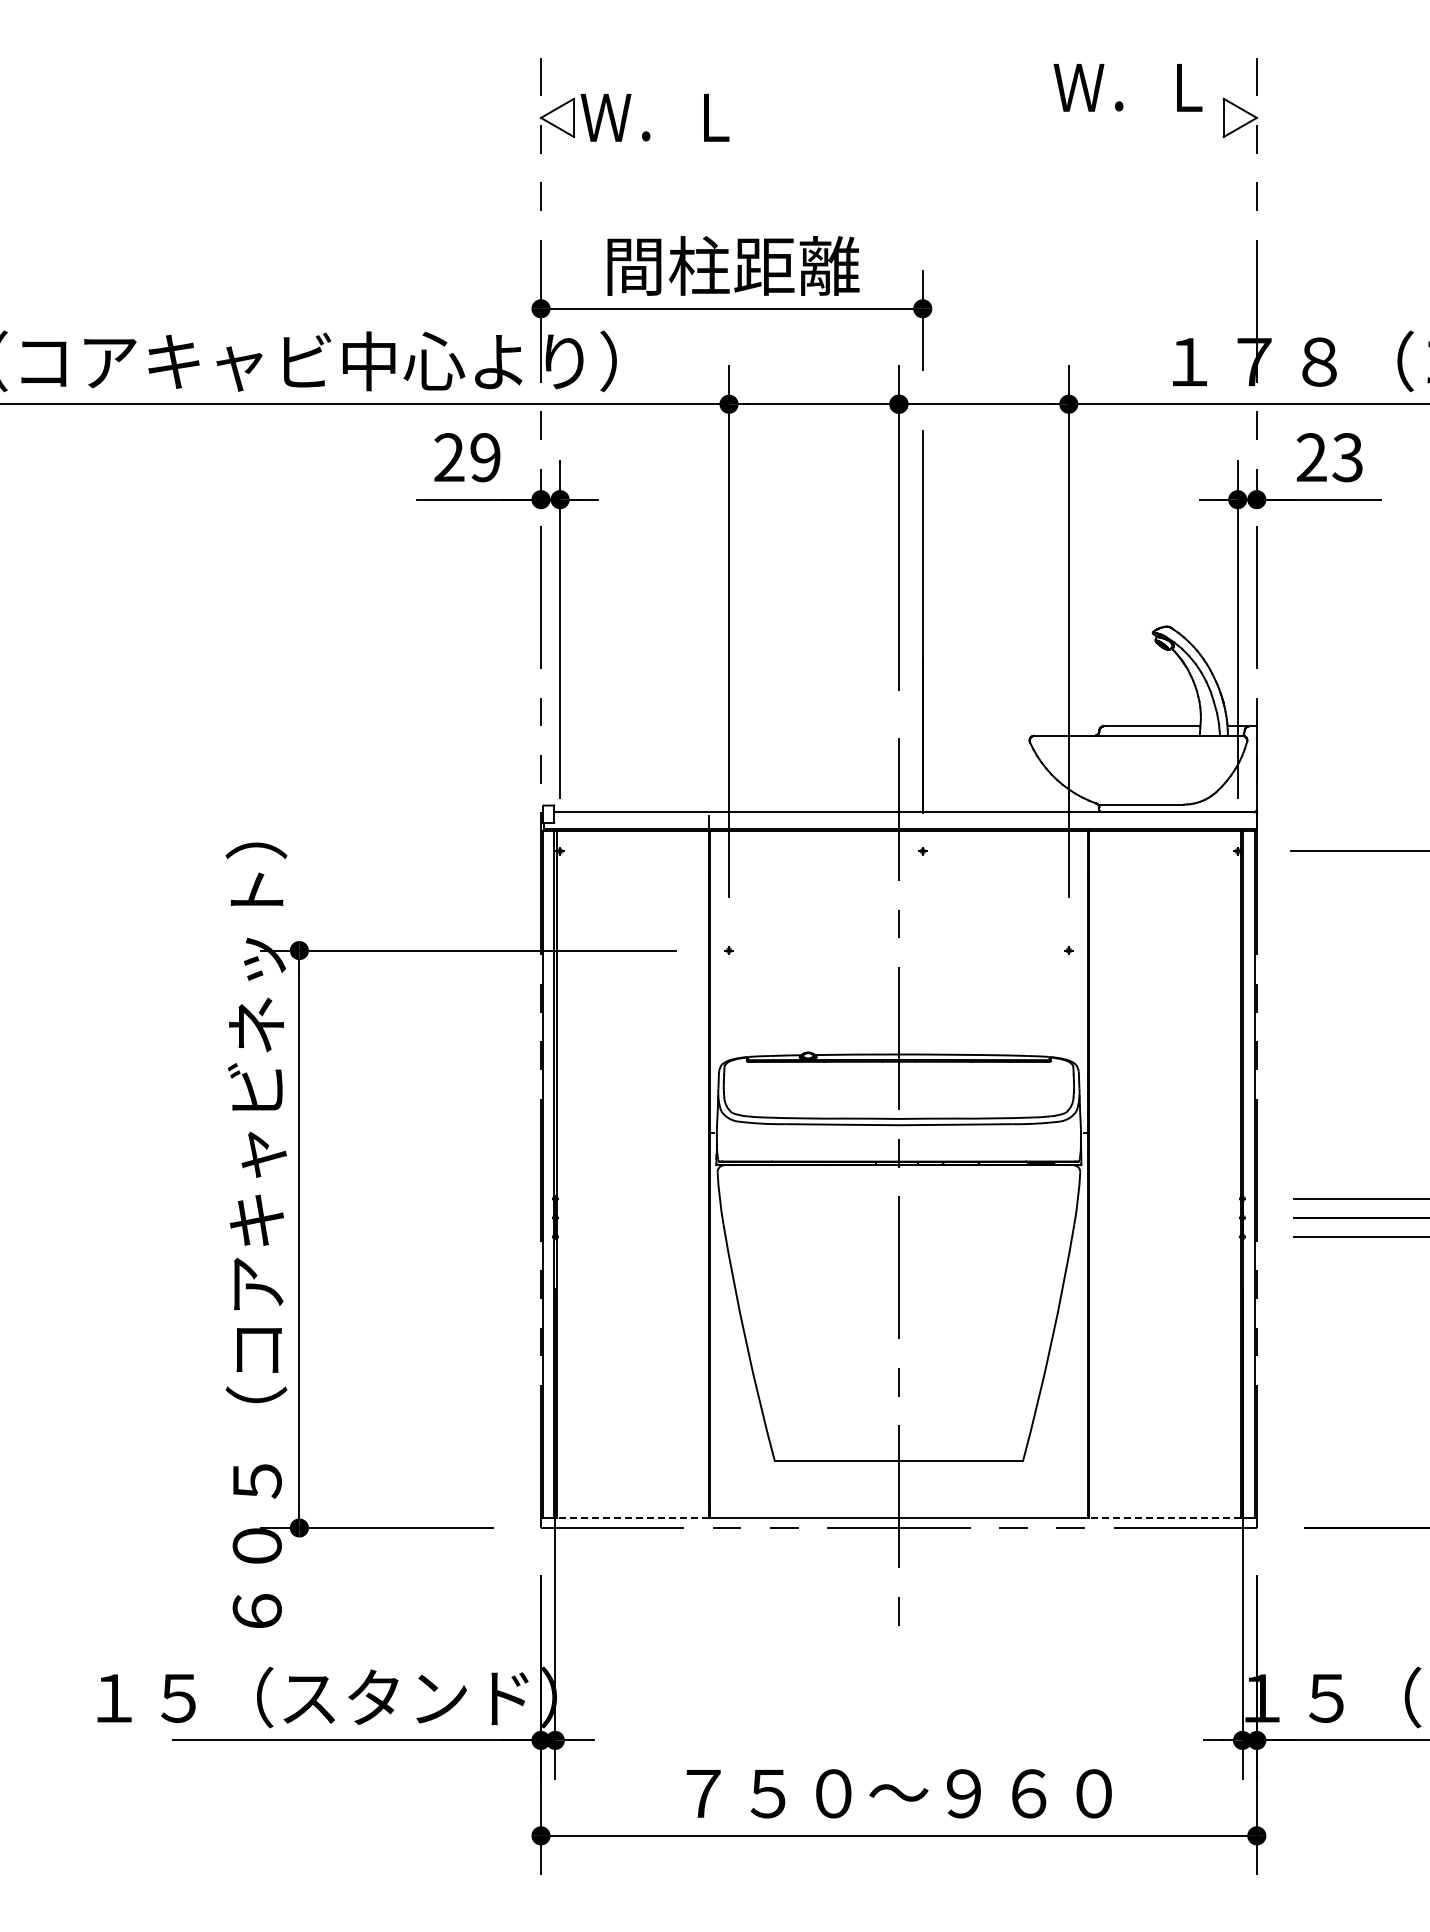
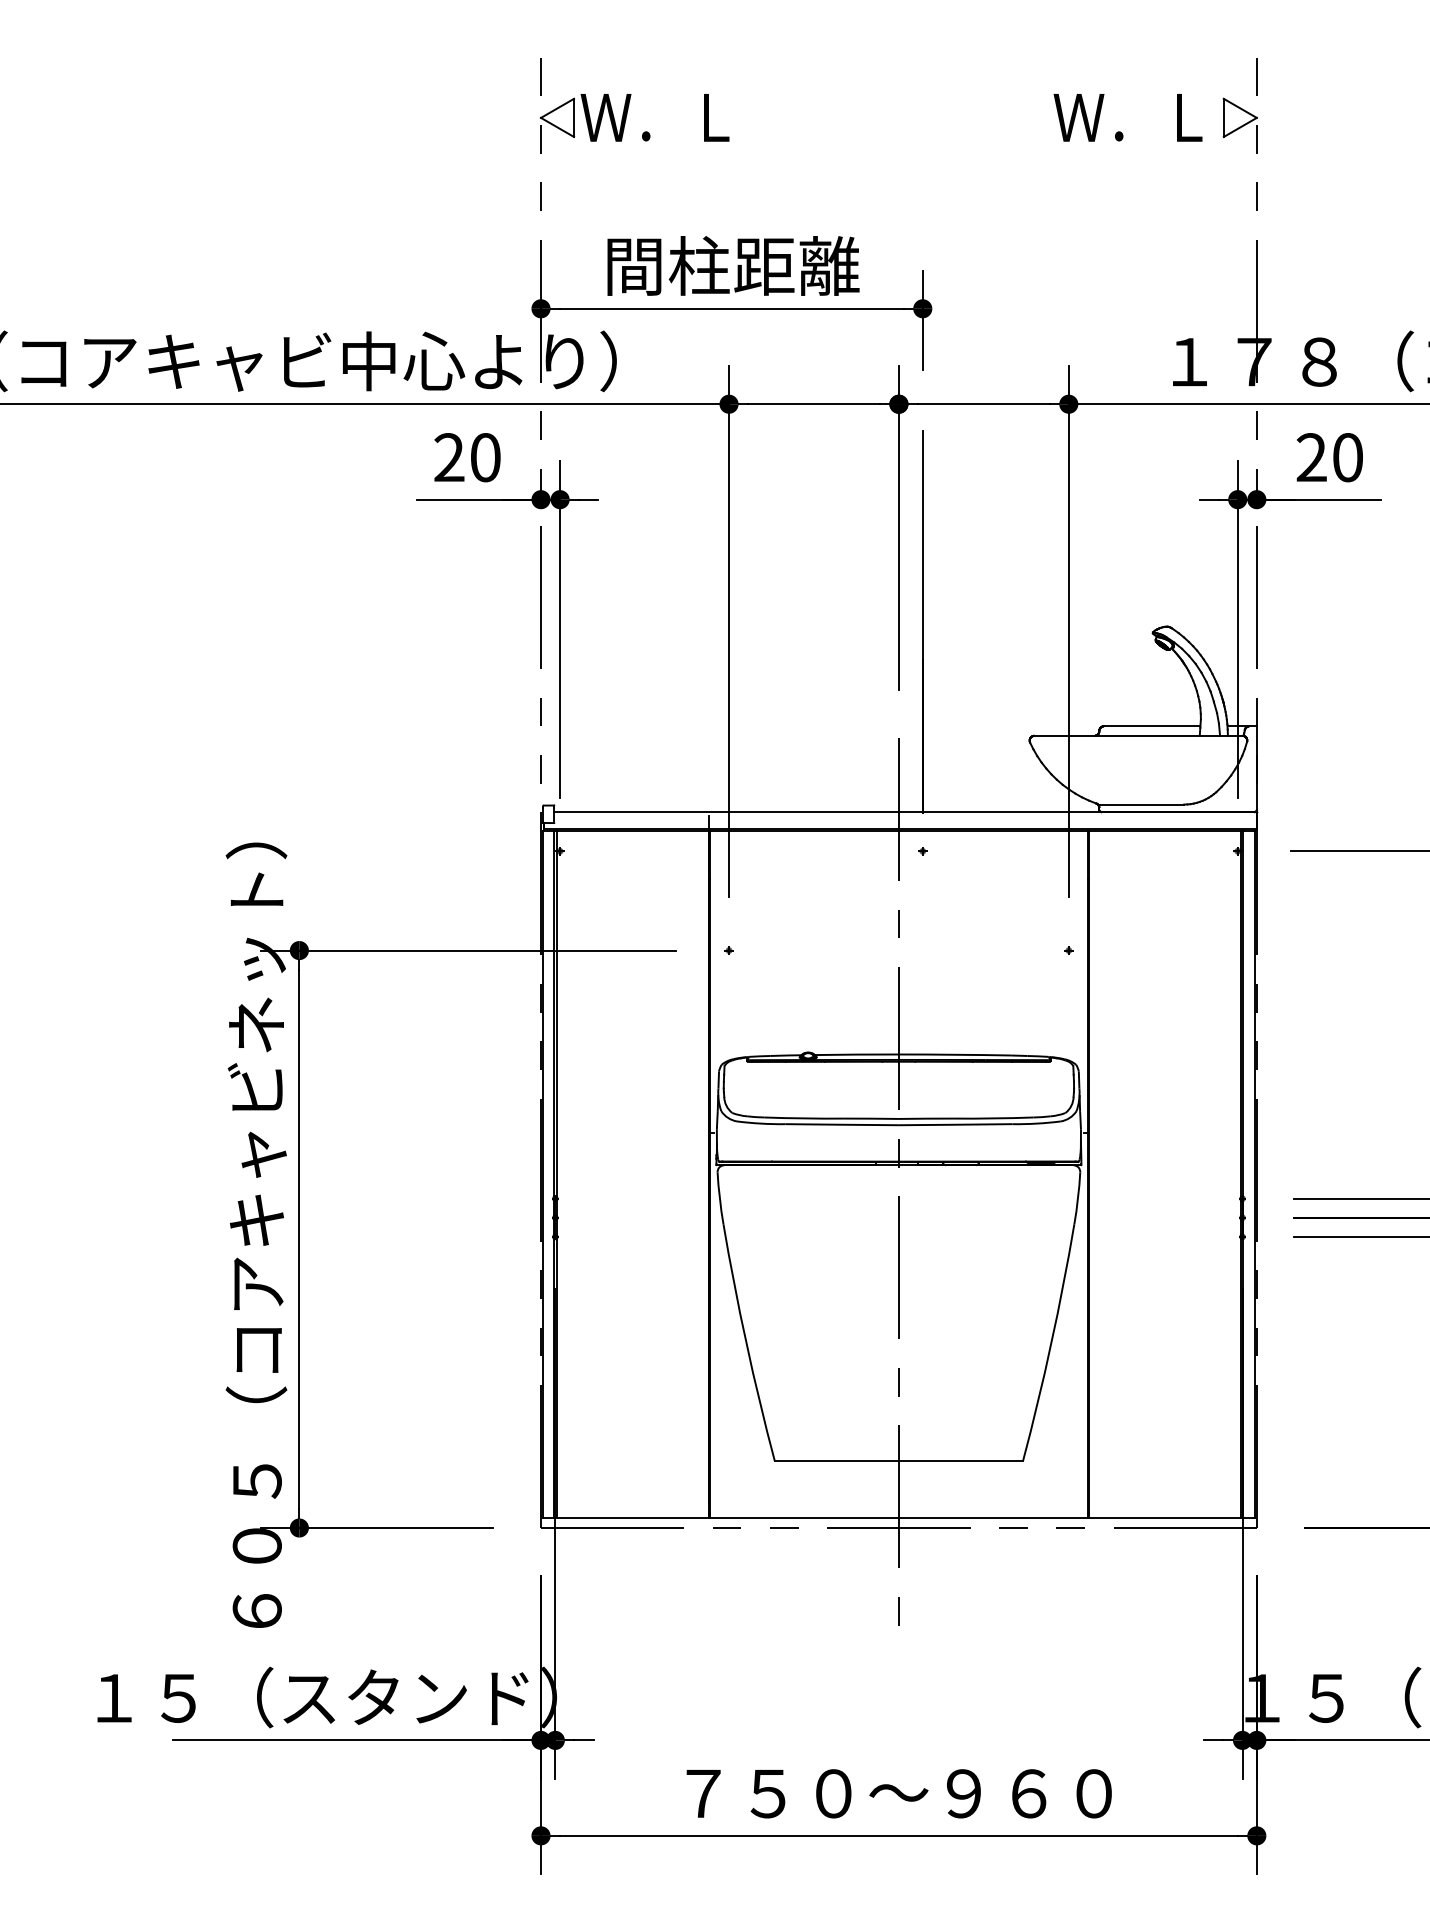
text at (1127, 87) position: (1127, 87) -> (1127, 117)
text at (485, 457): 29 -> 20
text at (1347, 457): 23 -> 20
line at (633, 1518): dashed -> solid
line at (1164, 1518): dashed -> solid
